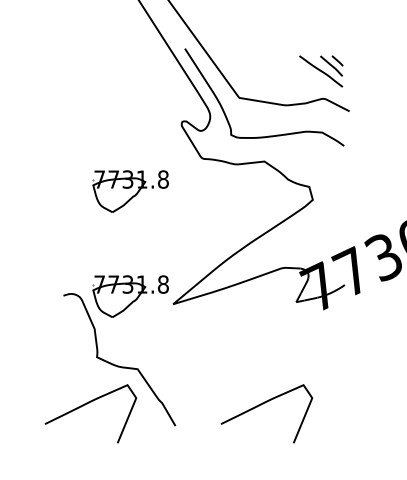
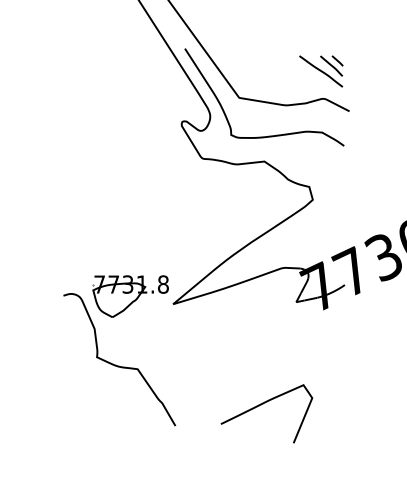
part at (130, 191): present -> none
curve at (85, 405): present -> none
